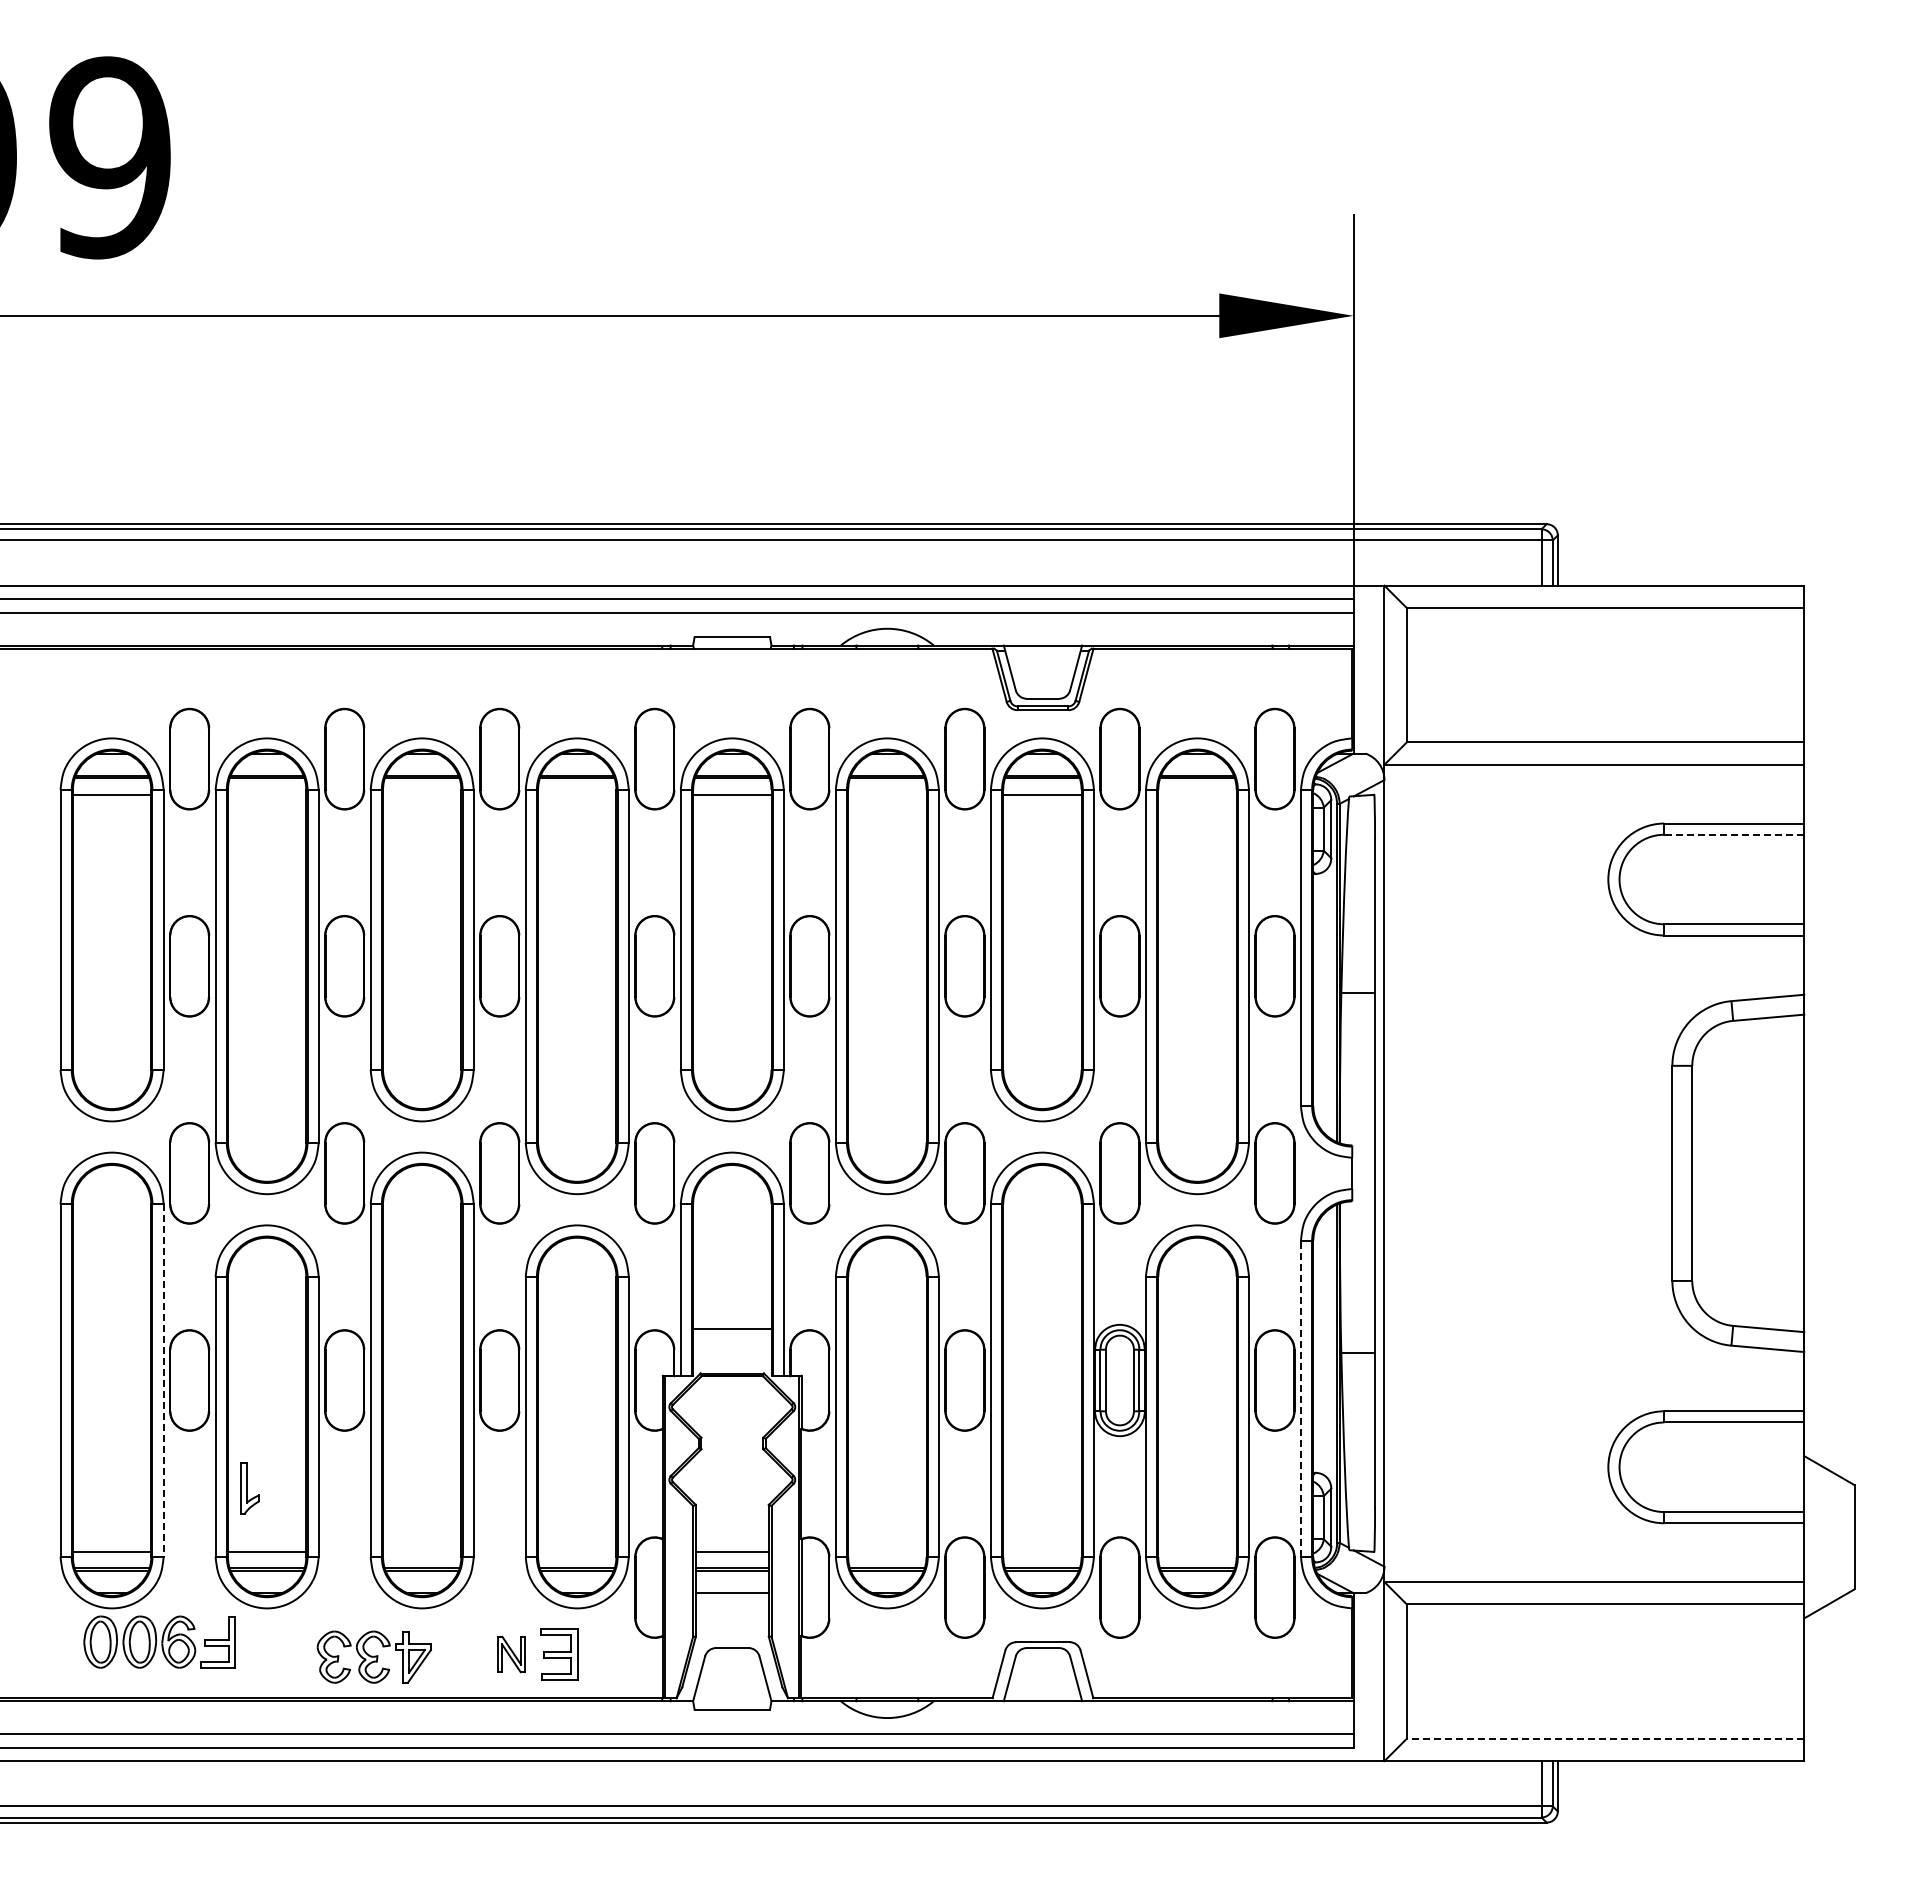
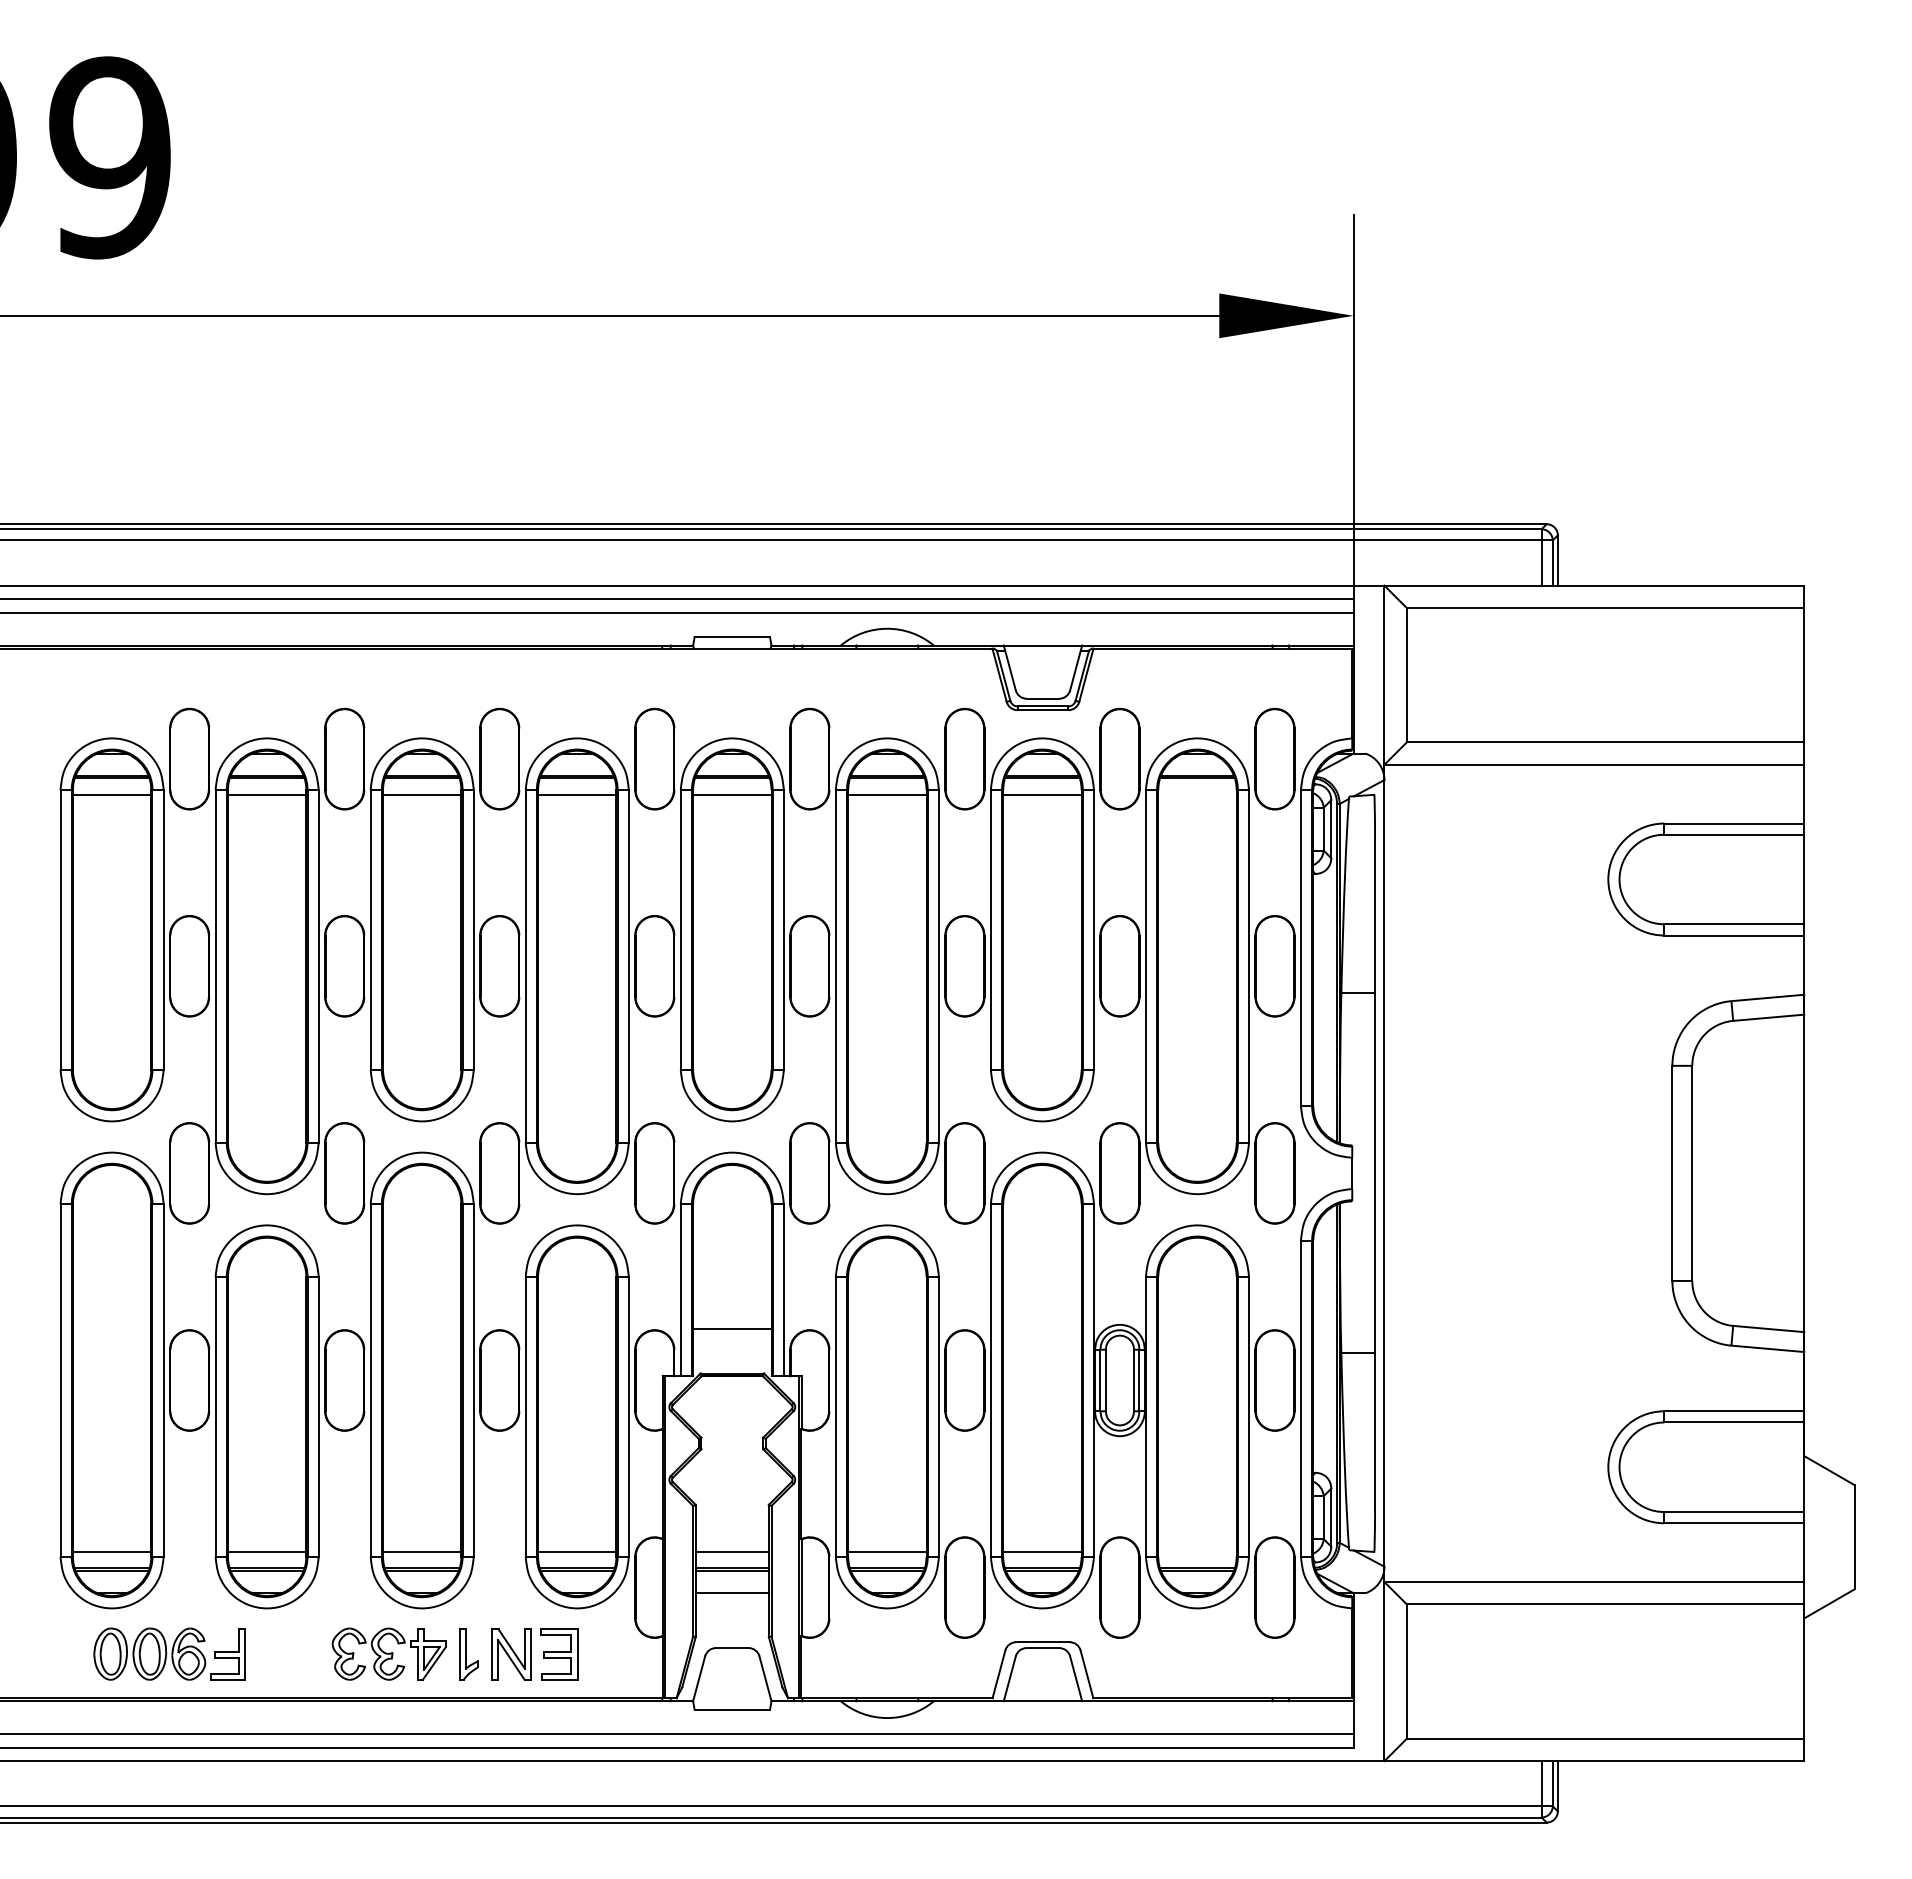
line at (266, 795): none -> present
line at (422, 795): none -> present
line at (577, 795): none -> present
line at (887, 795): none -> present
line at (1734, 834): dashed -> solid
line at (163, 1381): dashed -> solid
line at (1300, 1398): dashed -> solid
part at (249, 1488) position: (249, 1488) -> (468, 1654)
line at (422, 1551): none -> present
line at (577, 1551): none -> present
line at (887, 1551): none -> present
line at (1042, 1551): none -> present
part at (159, 1641) position: (159, 1641) -> (169, 1653)
part at (511, 1654) size: 29x39 px -> 41x53 px
part at (373, 1656) position: (373, 1656) -> (388, 1653)
line at (1605, 1738): dashed -> solid
